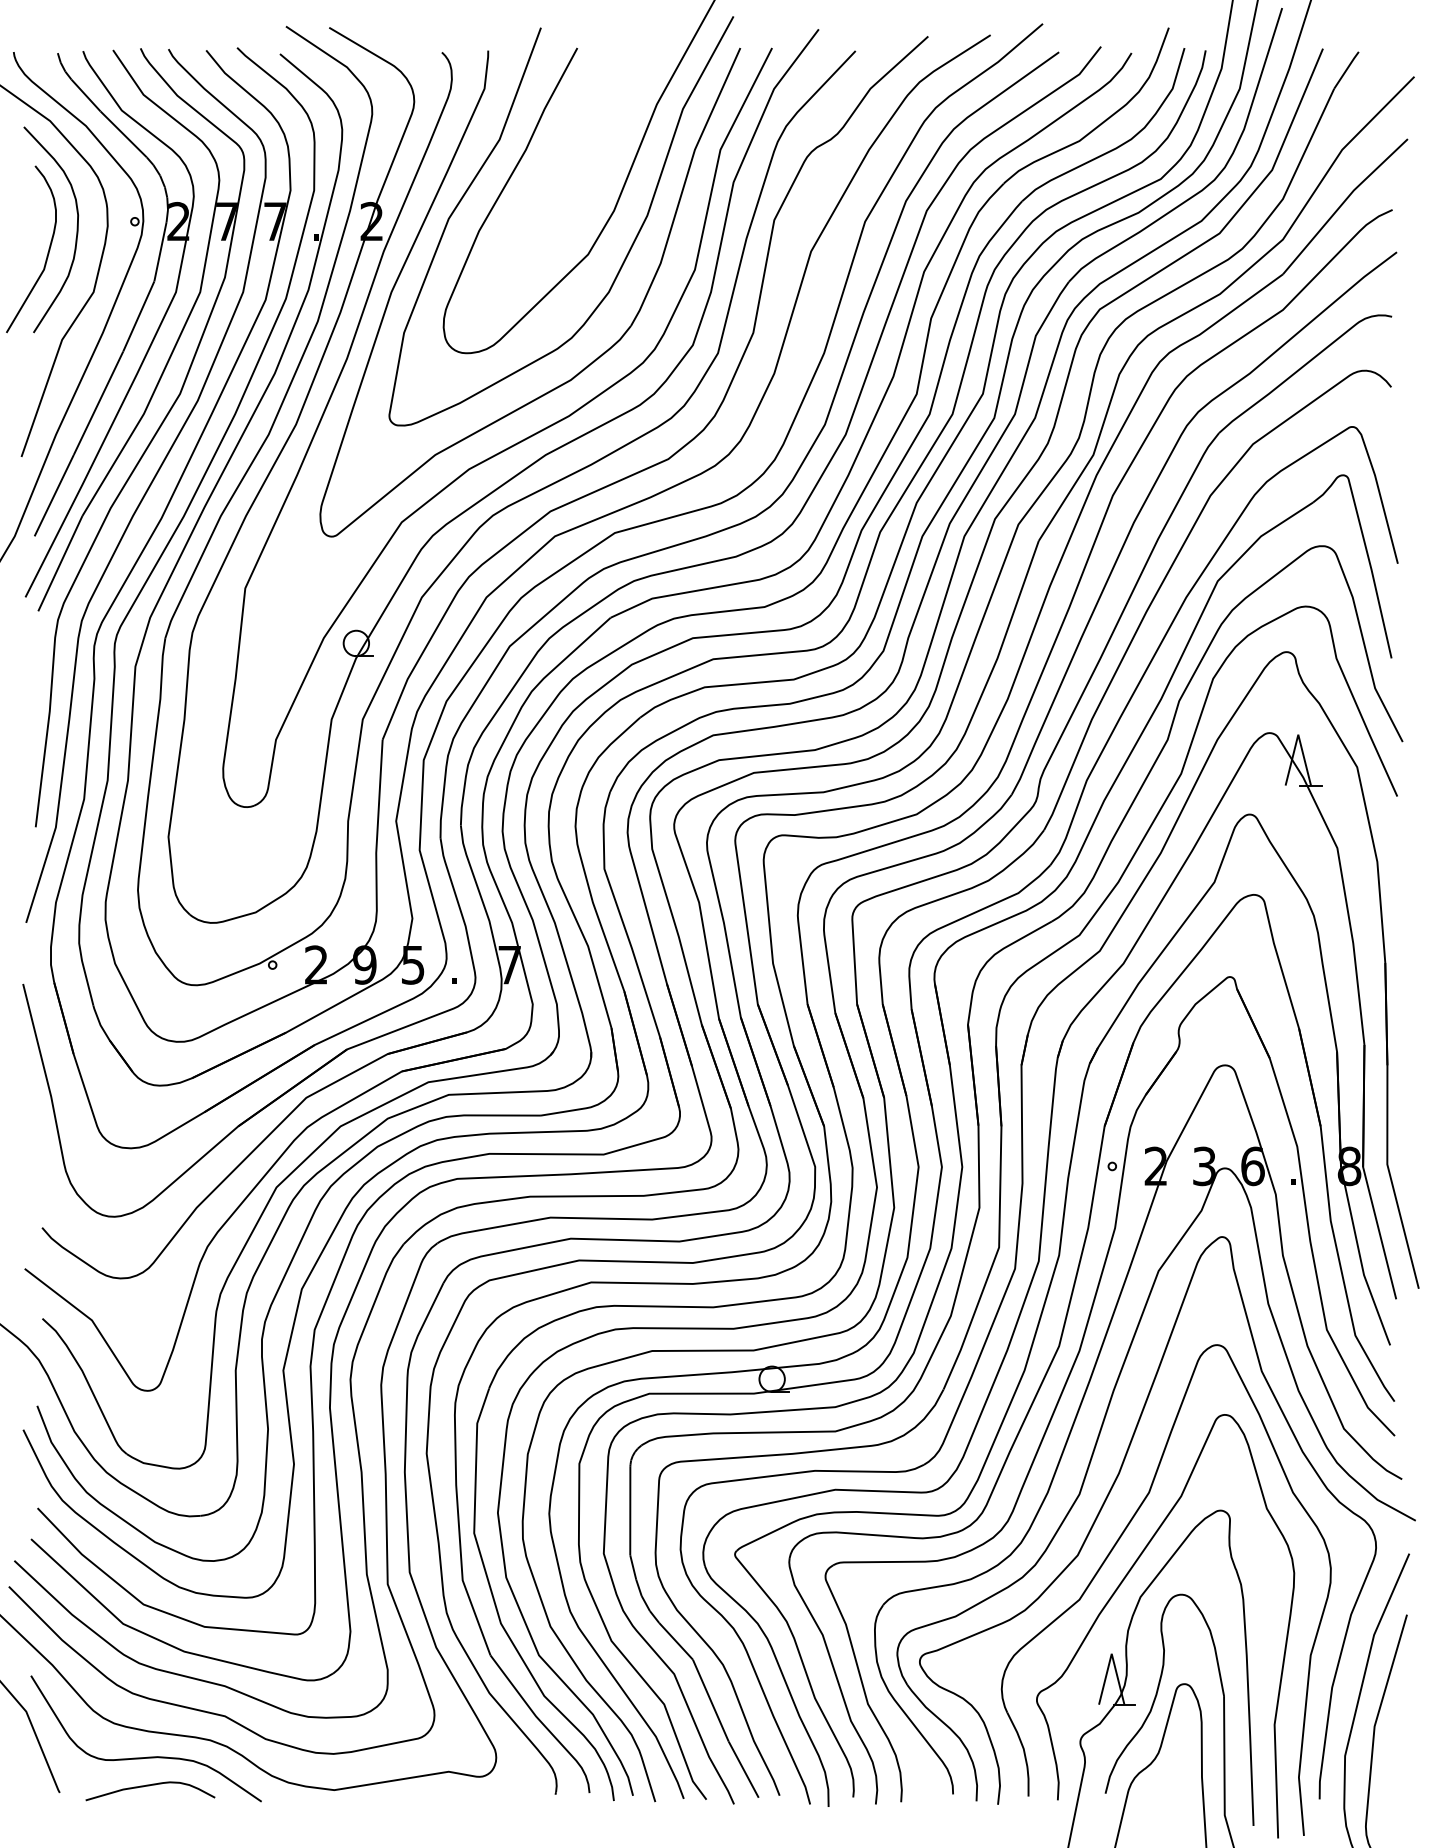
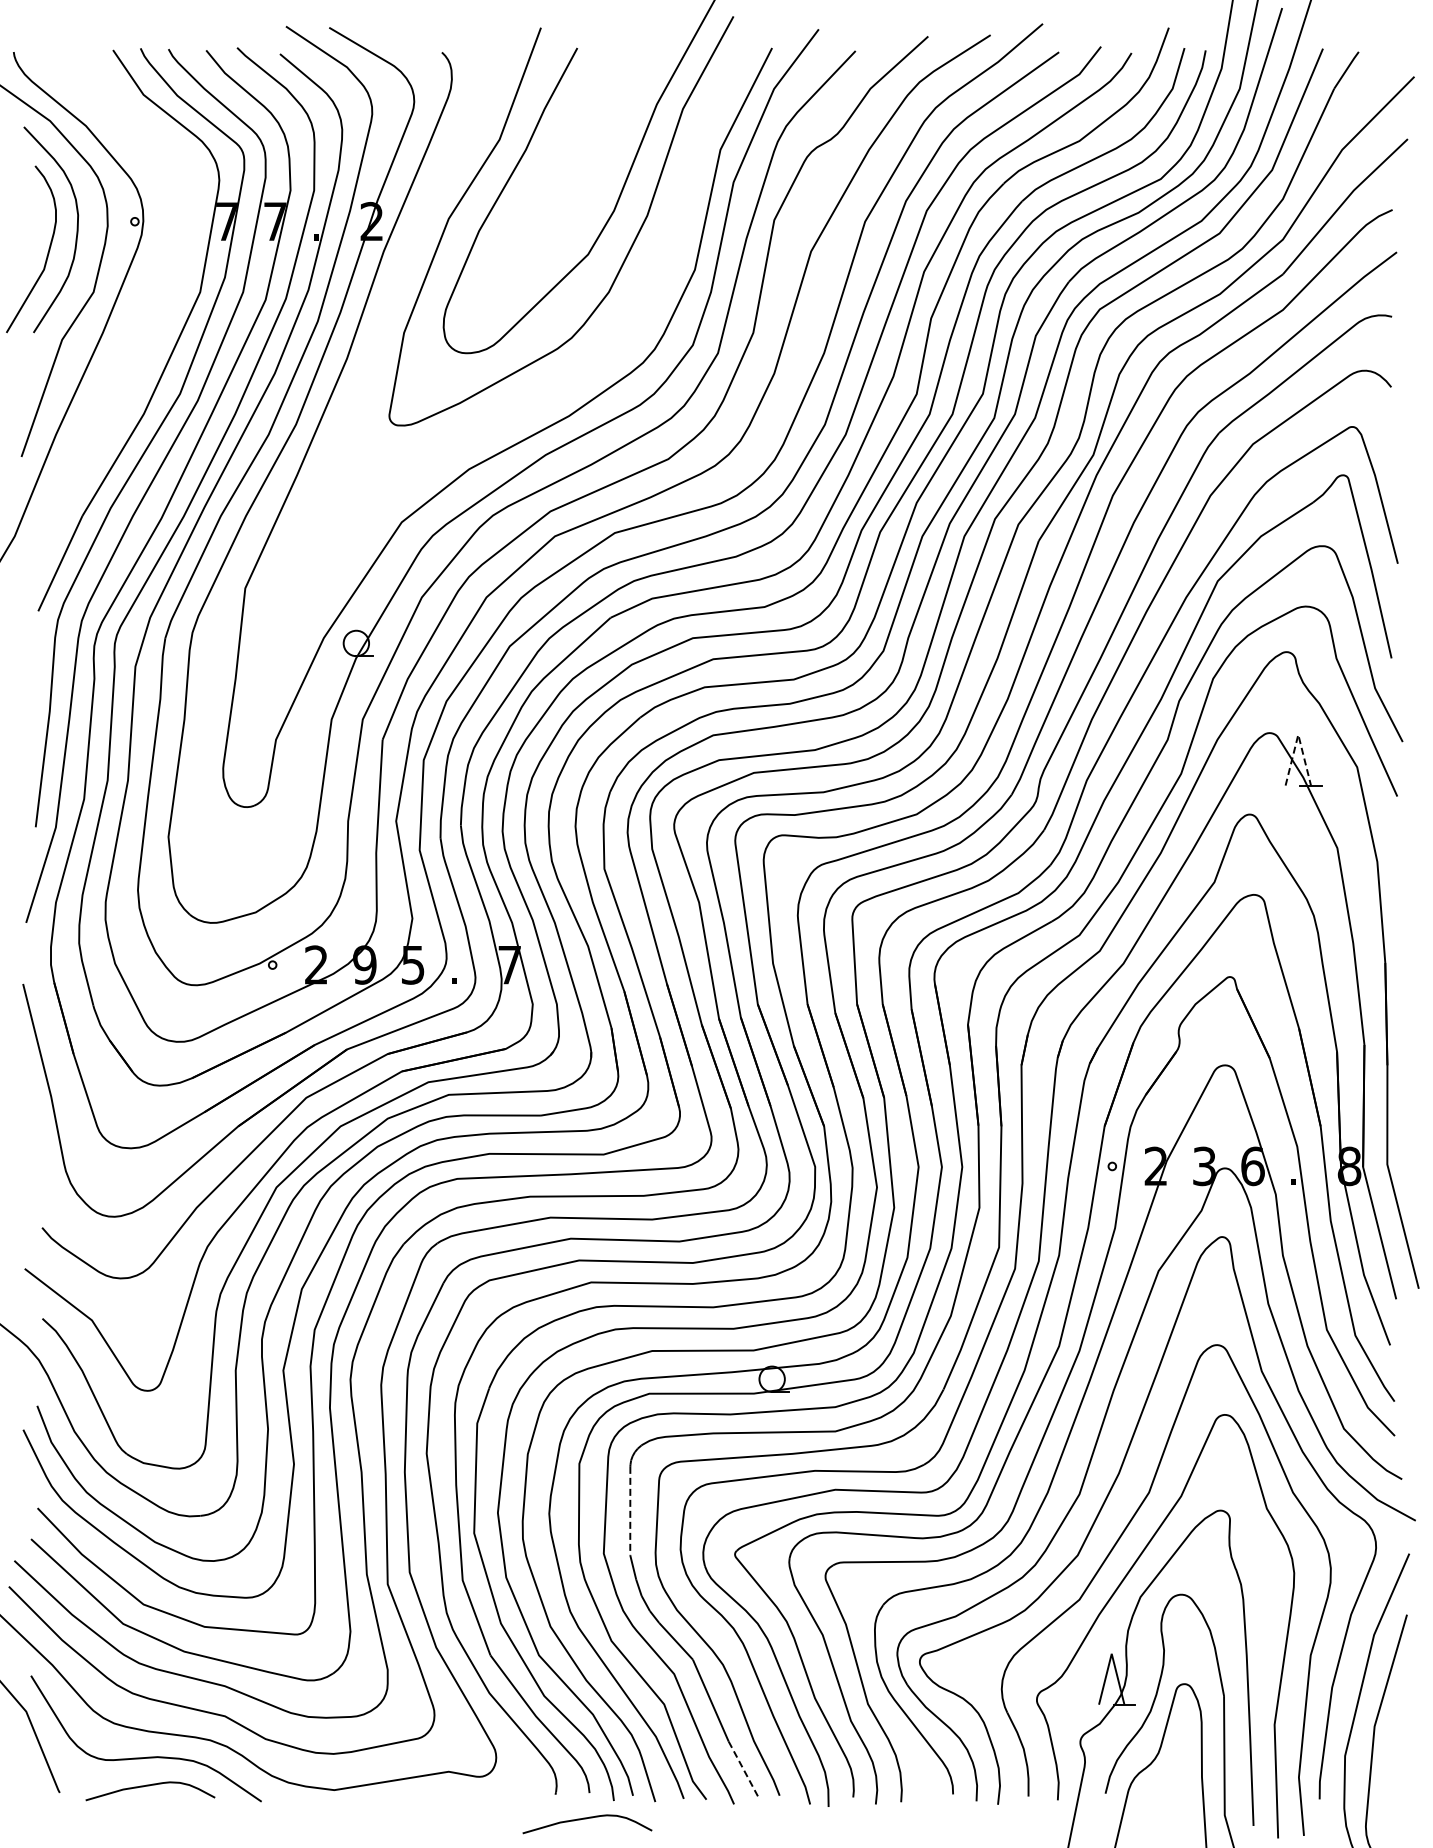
part at (129, 334): present -> none
part at (589, 363): present -> none
line at (1298, 734): solid -> dashed
line at (630, 1511): solid -> dashed
line at (743, 1769): solid -> dashed
curve at (586, 1819): none -> present
